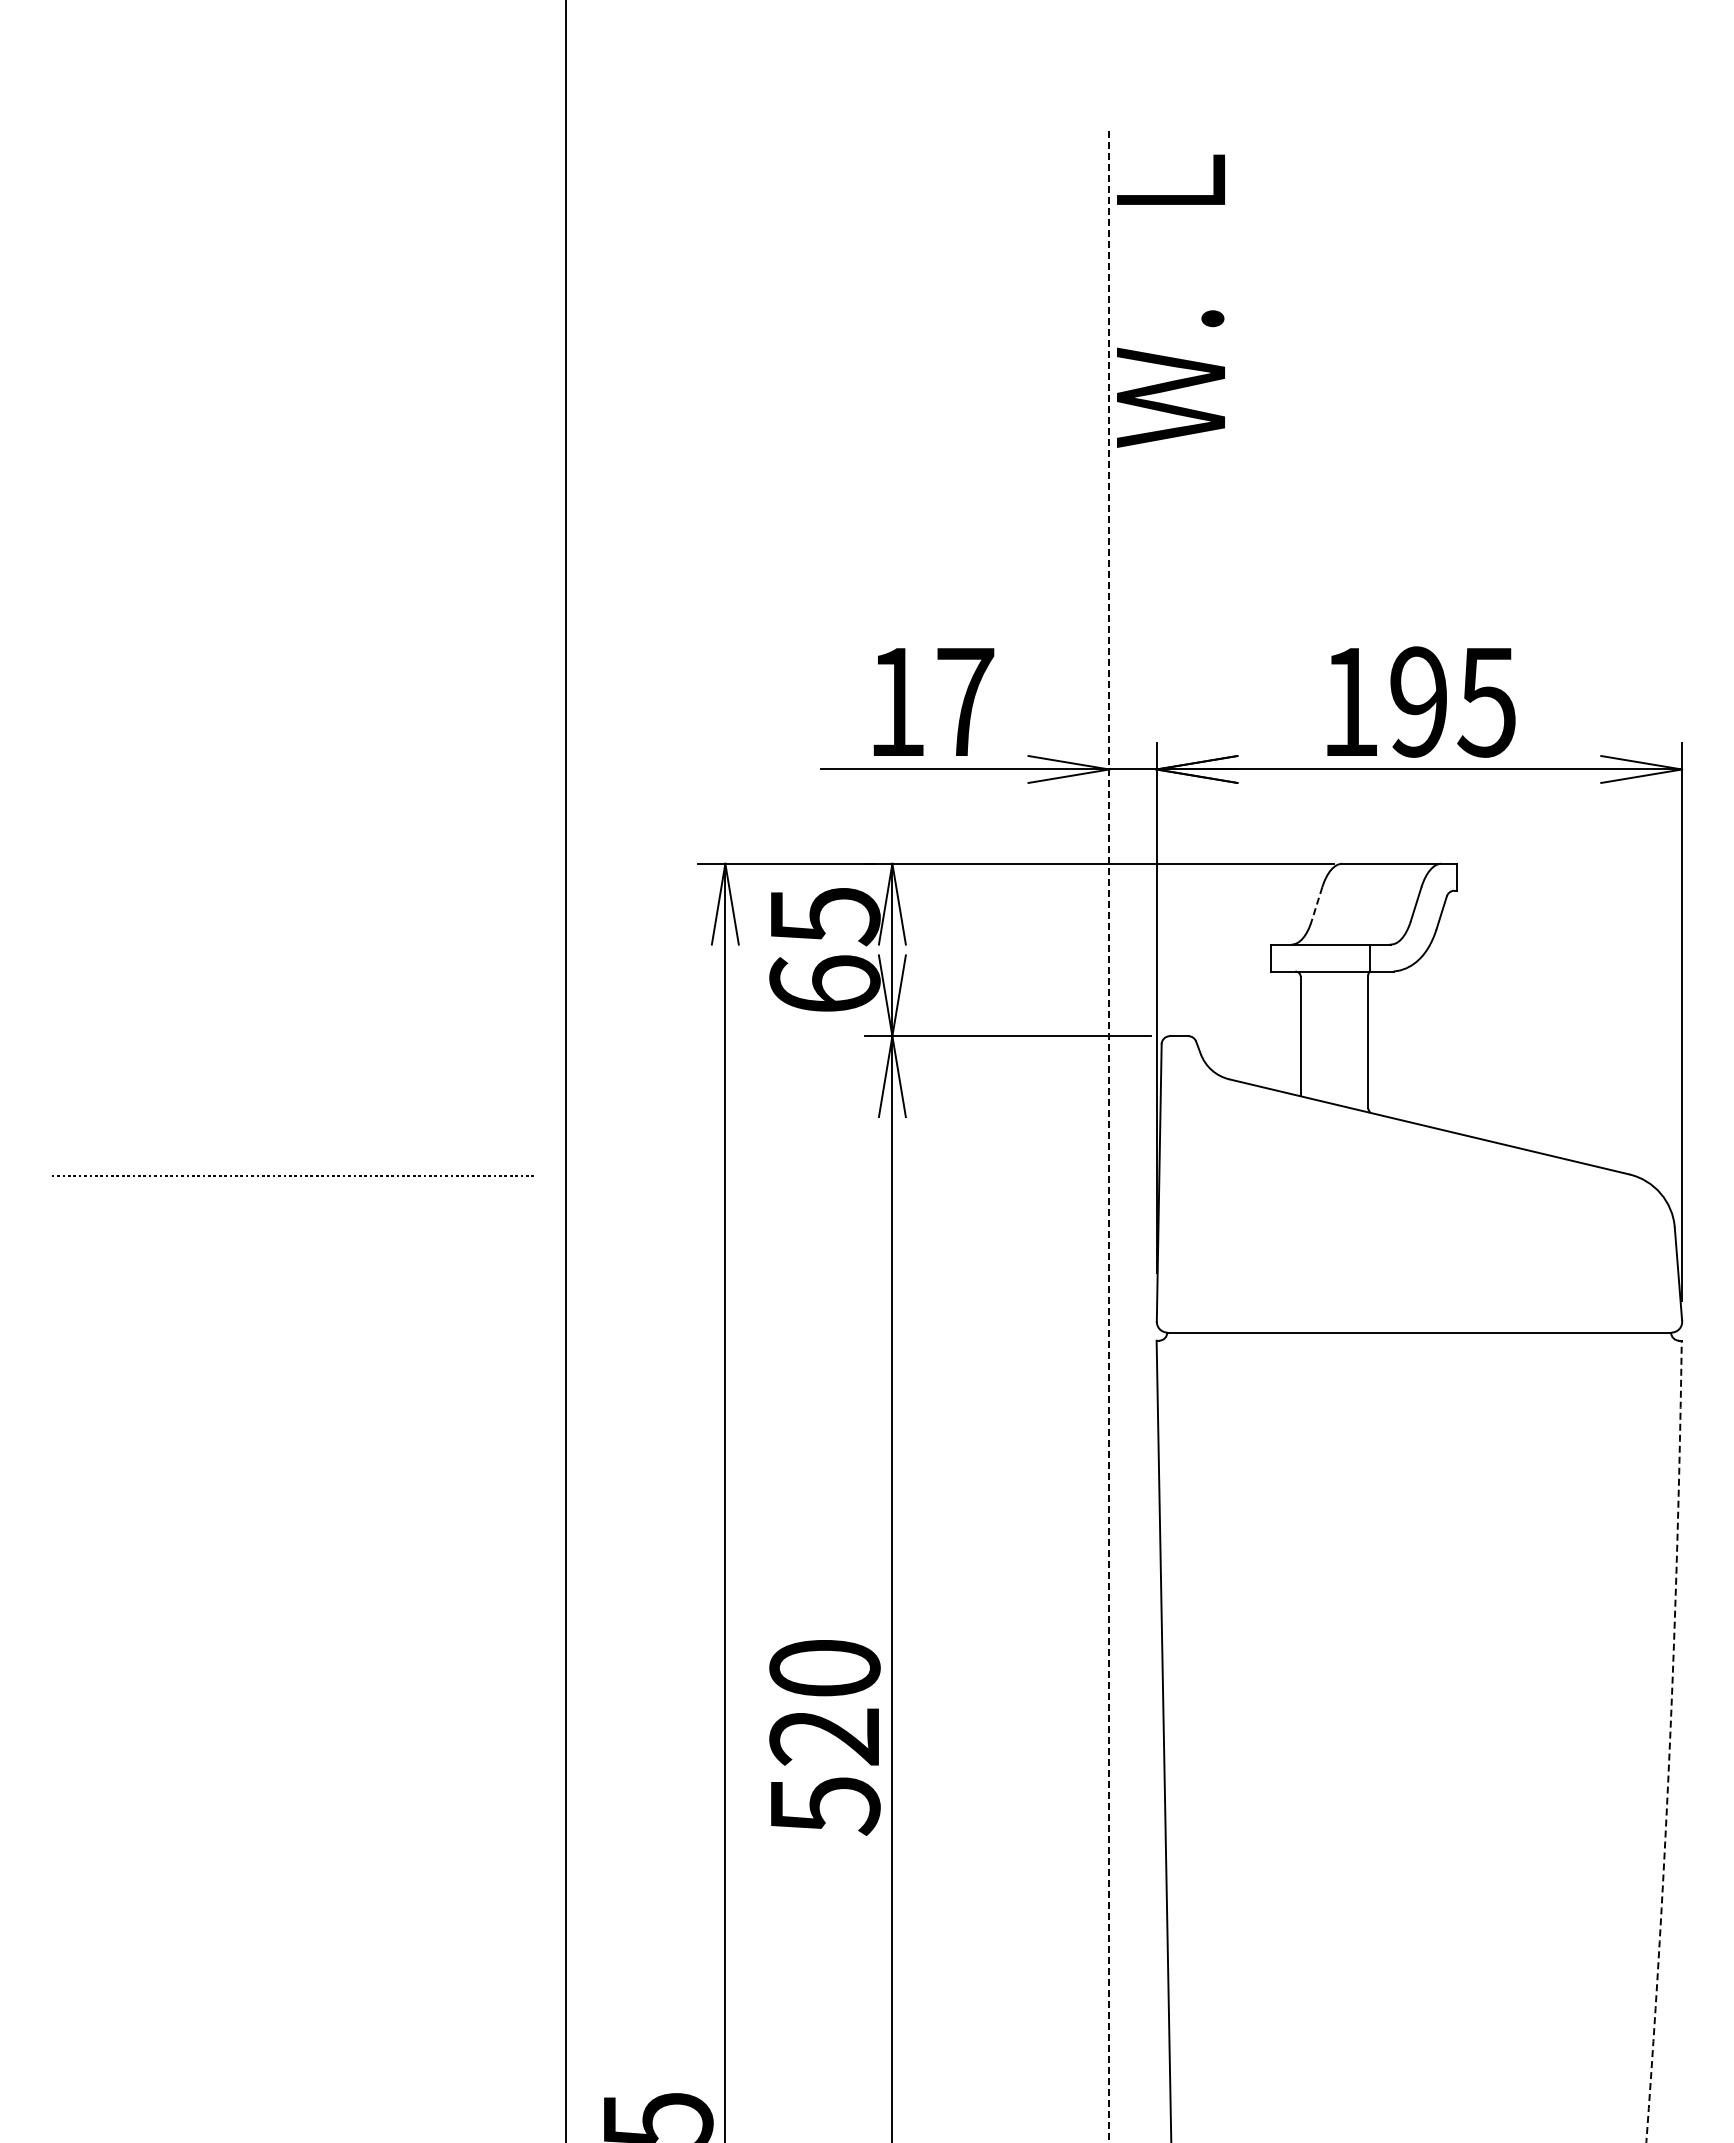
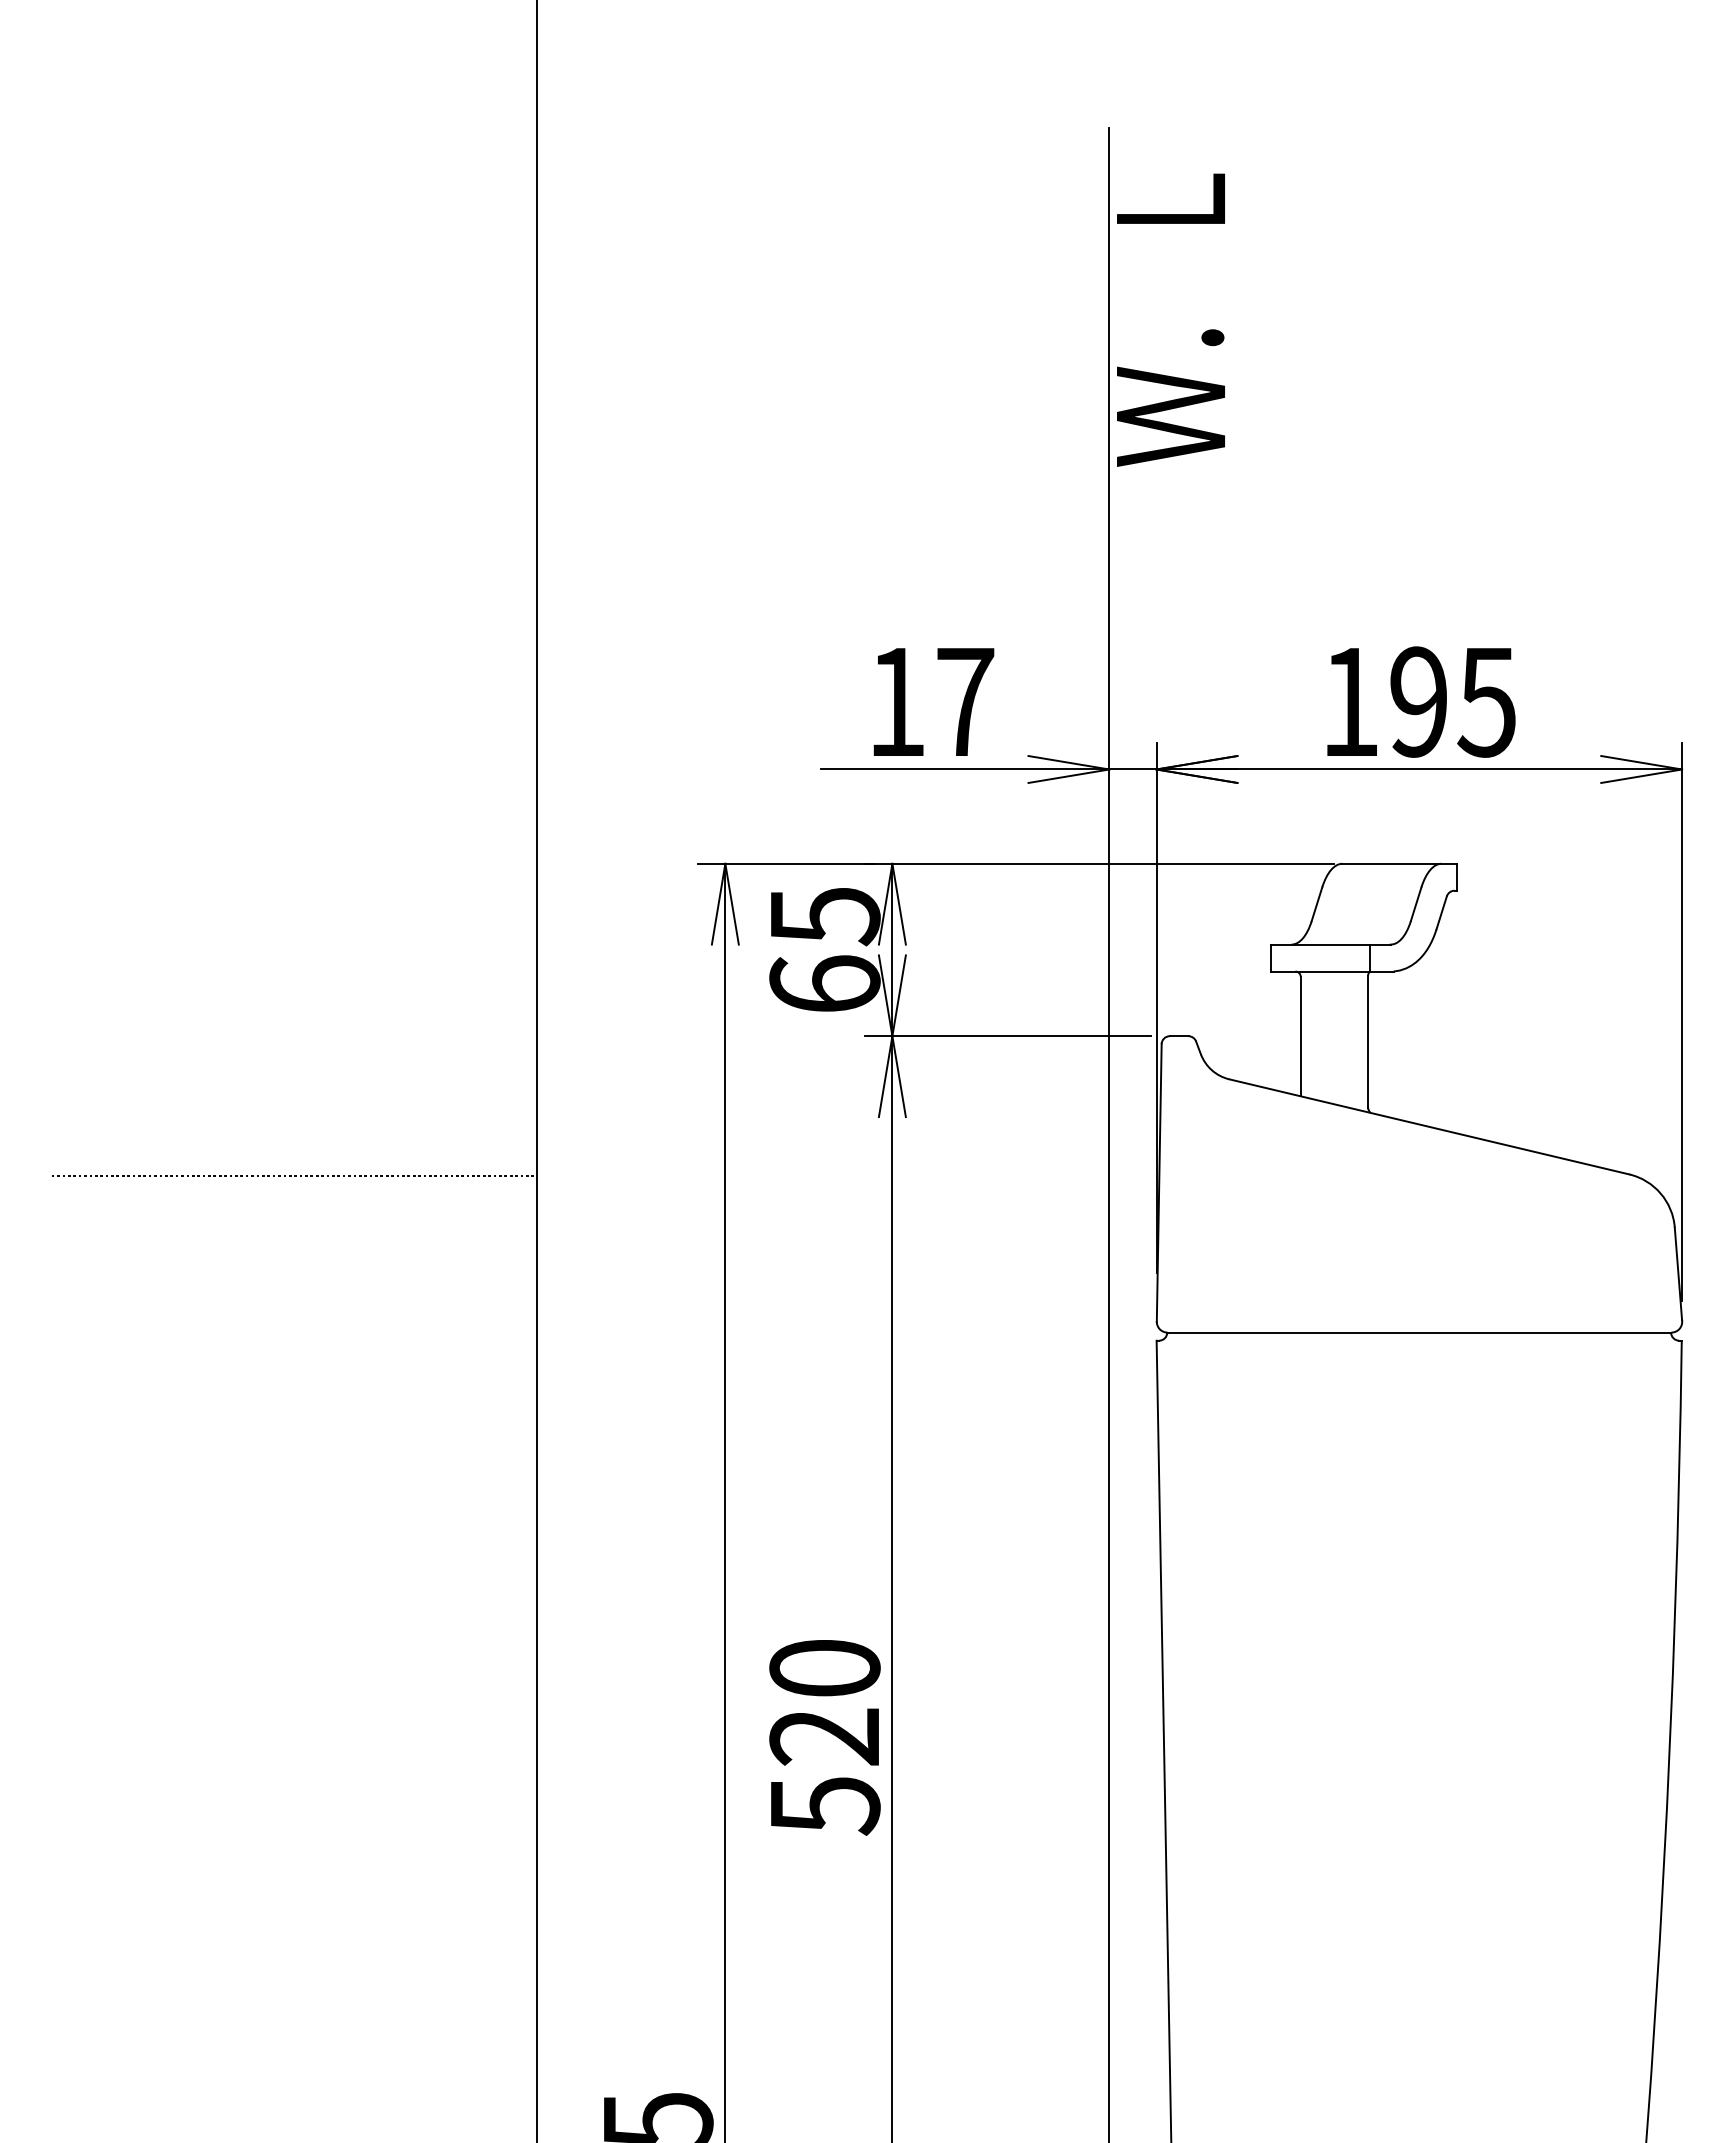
text at (1170, 300) position: (1170, 300) -> (1170, 319)
line at (1317, 904): dashed -> solid
line at (565, 1070) position: (565, 1070) -> (536, 1070)
line at (1109, 1135): dashed -> solid
arc at (1670, 1741): dashed -> solid
